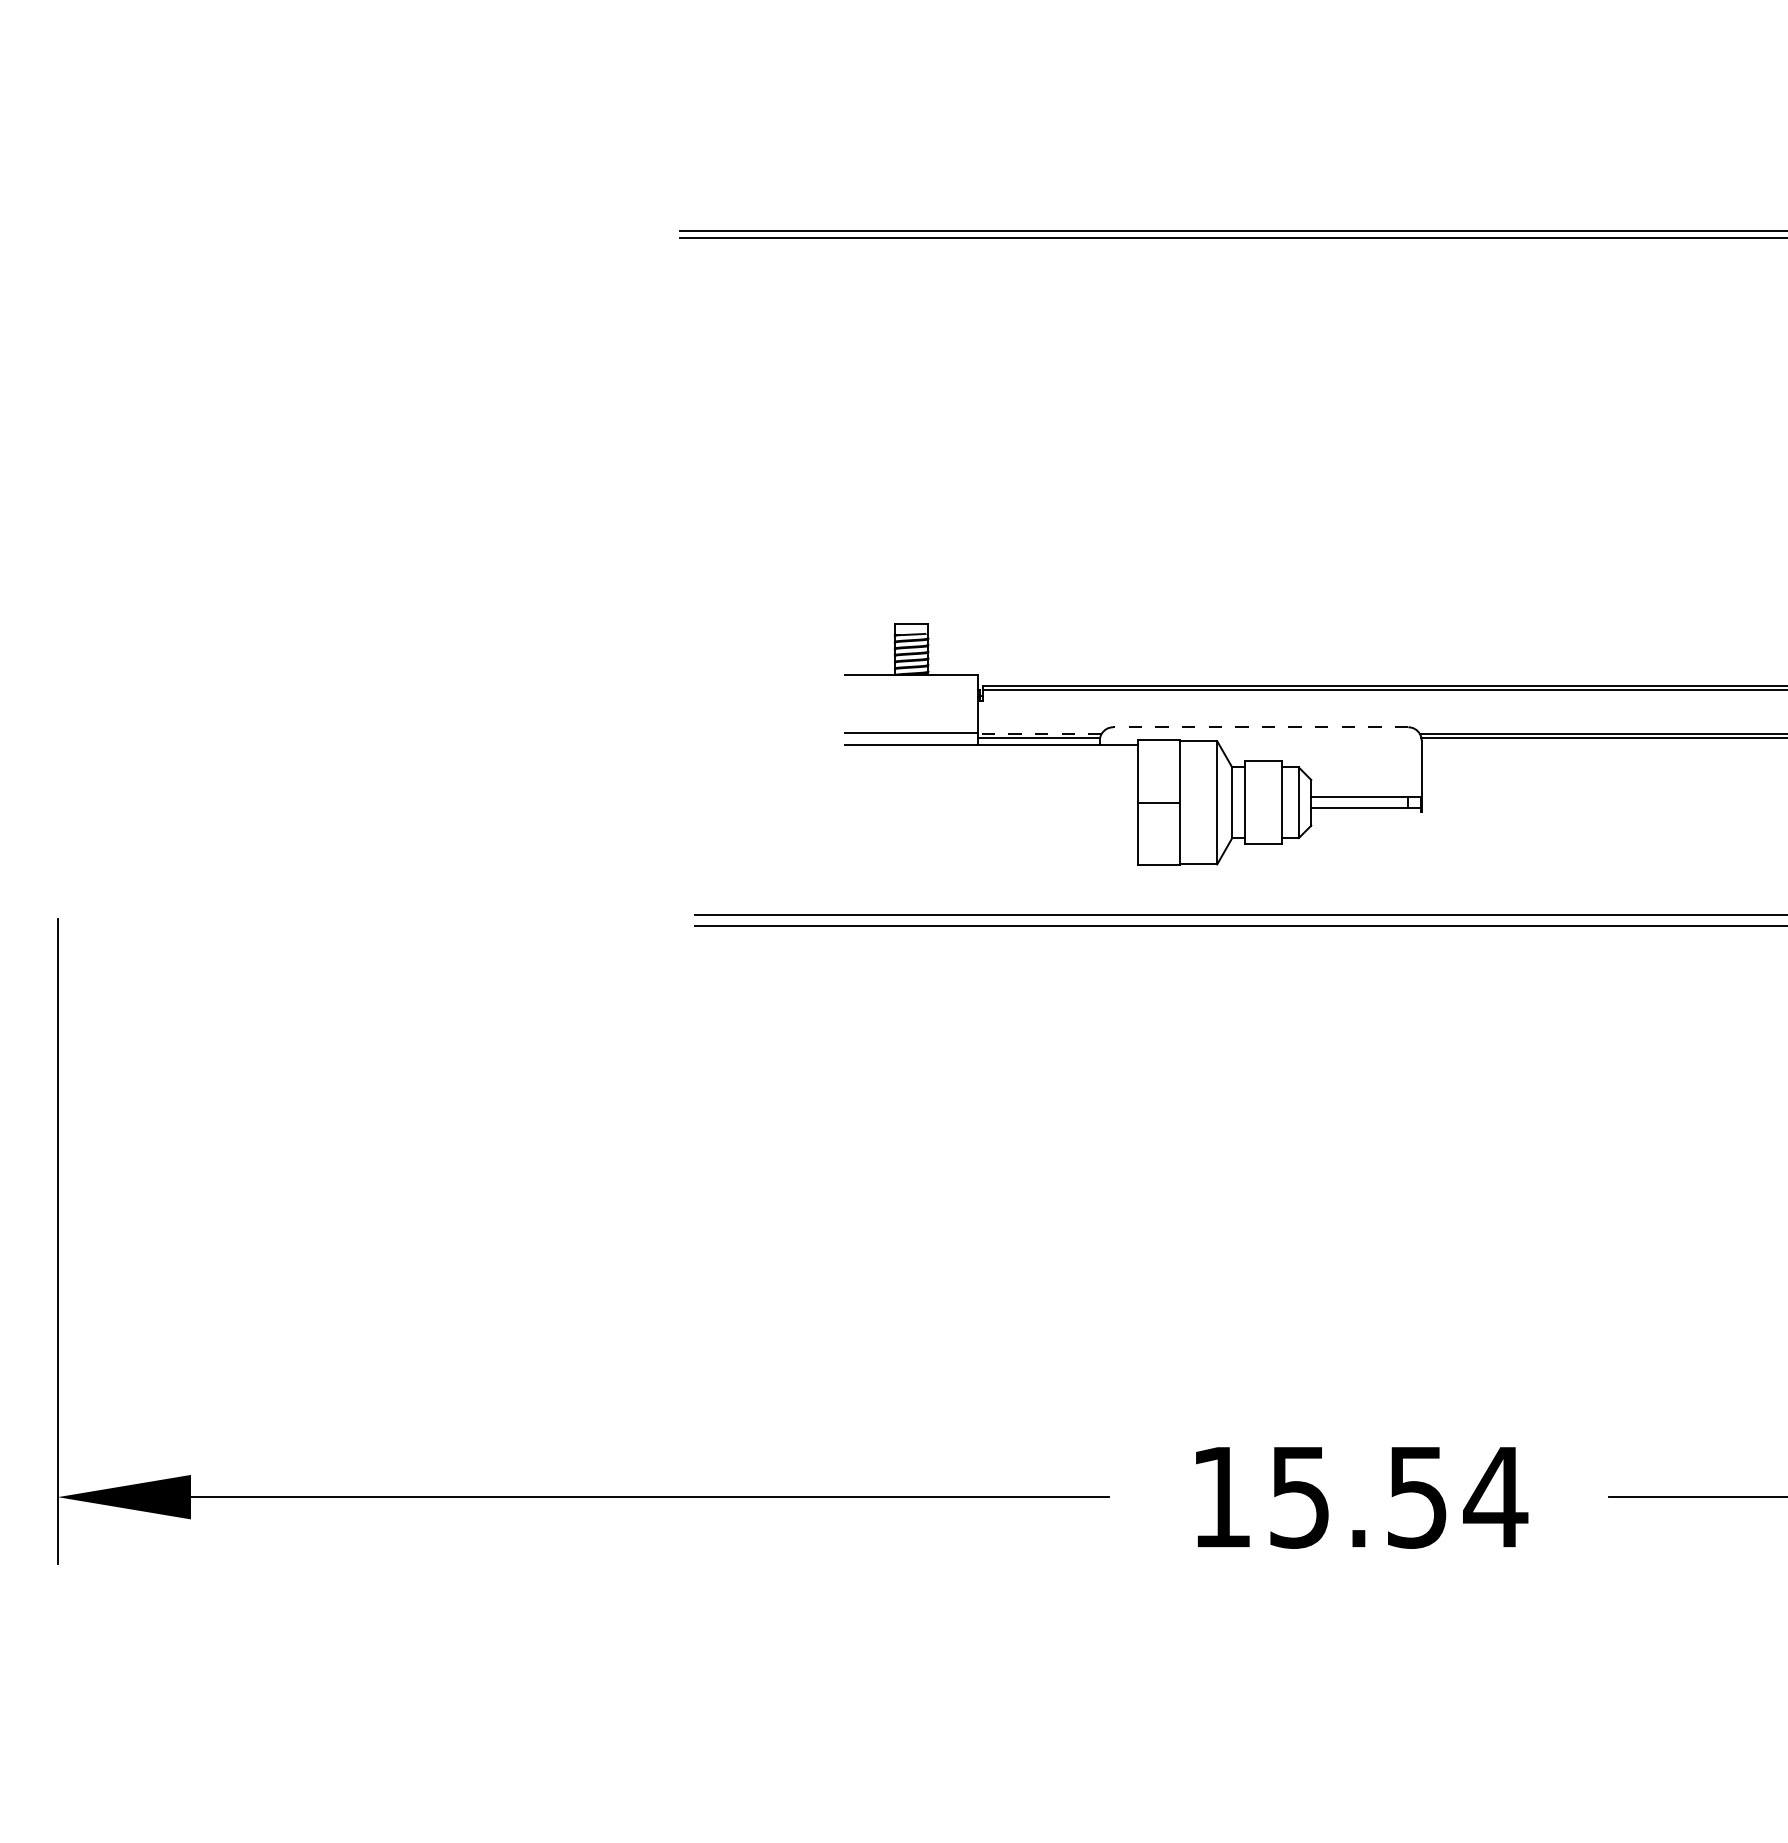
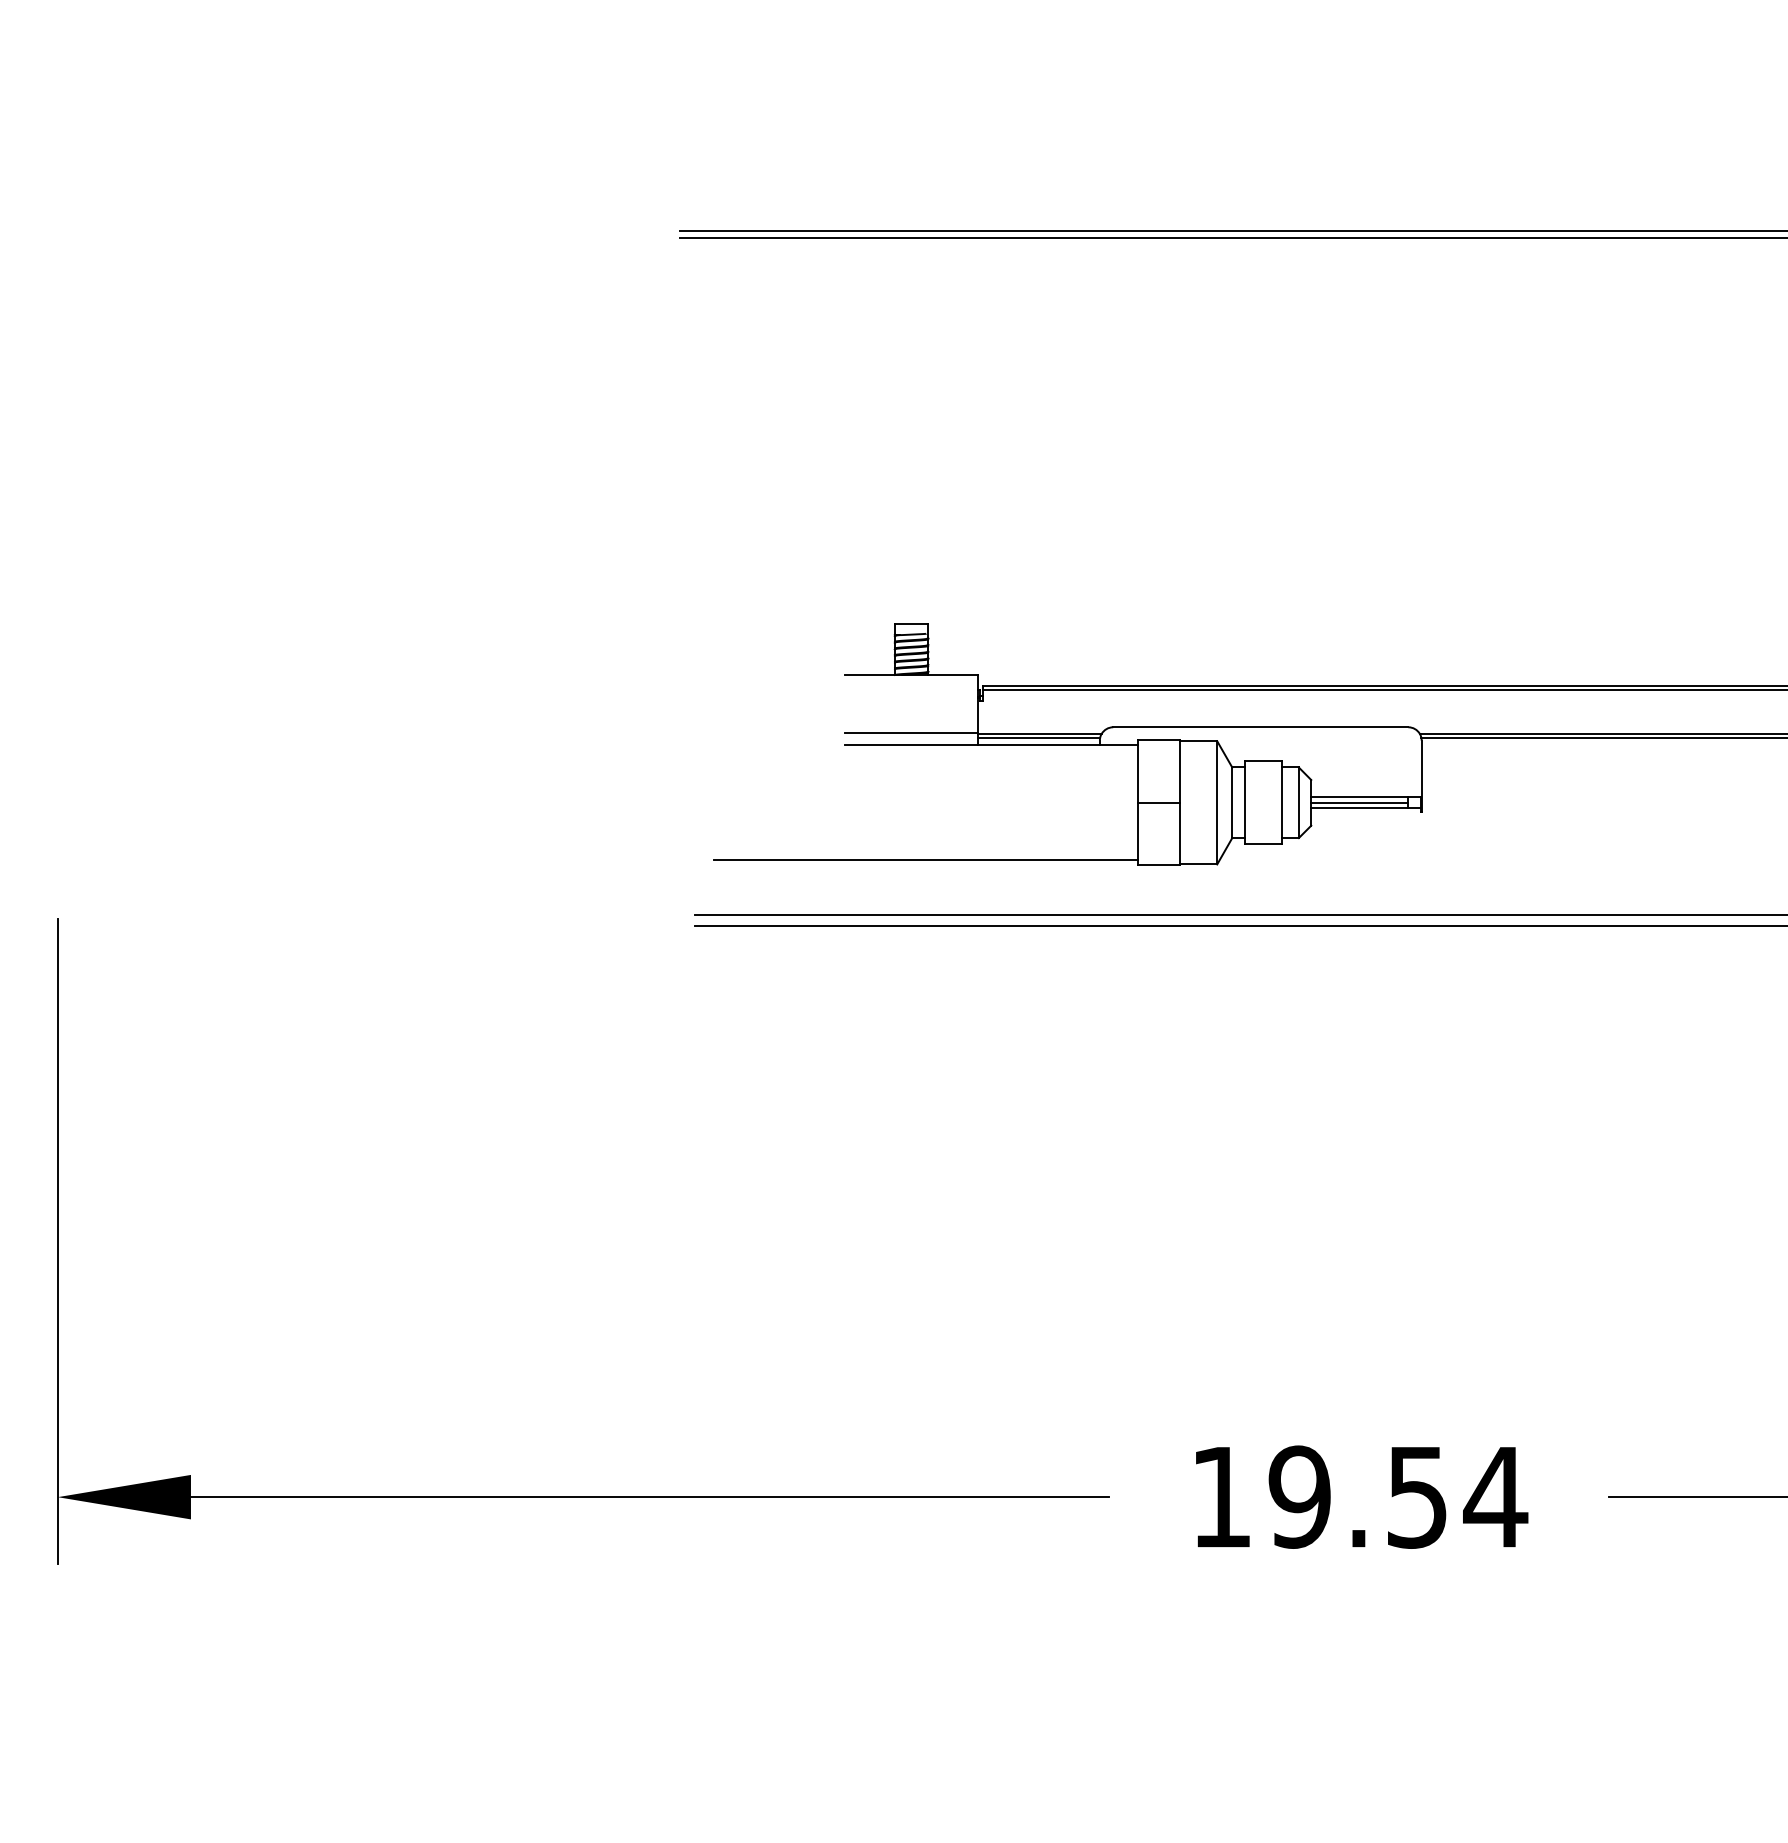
line at (1260, 727): dashed -> solid
line at (1039, 733): dashed -> solid
line at (1359, 803): none -> present
line at (925, 860): none -> present
text at (1299, 1496): 15.54 -> 19.54
